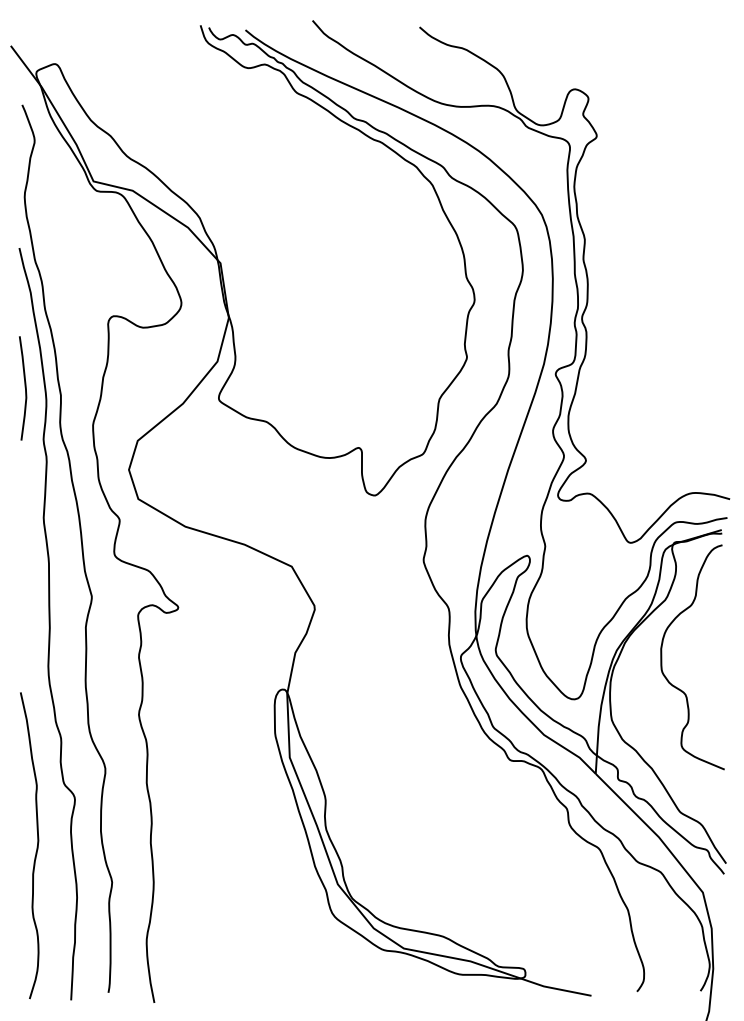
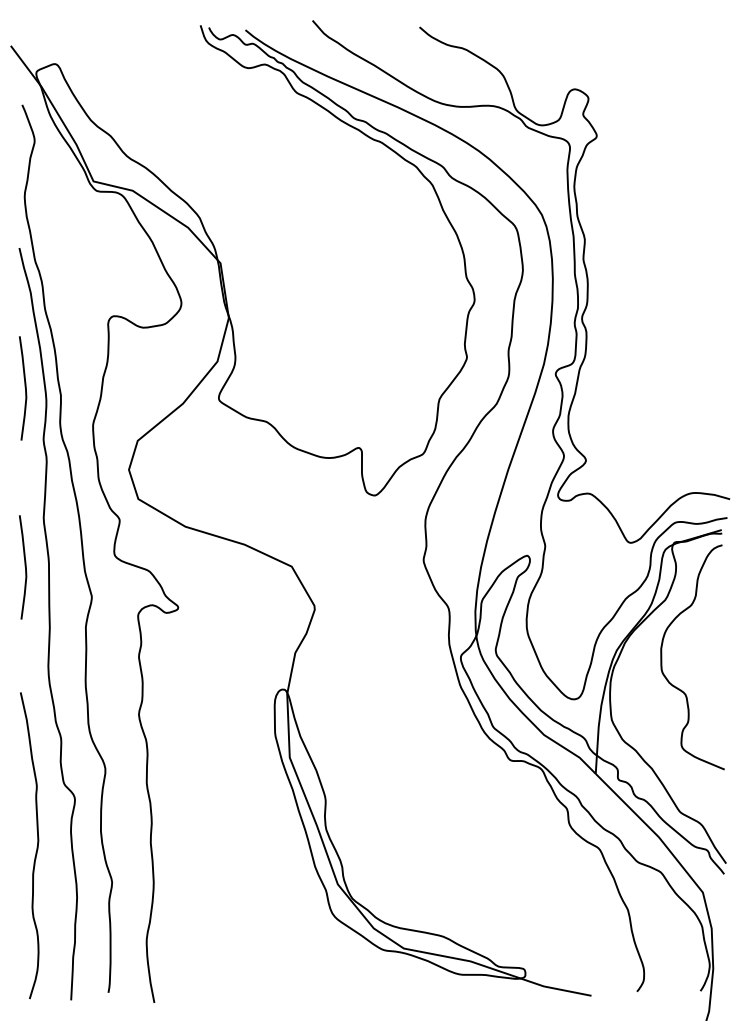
curve at (24, 566): none -> present
